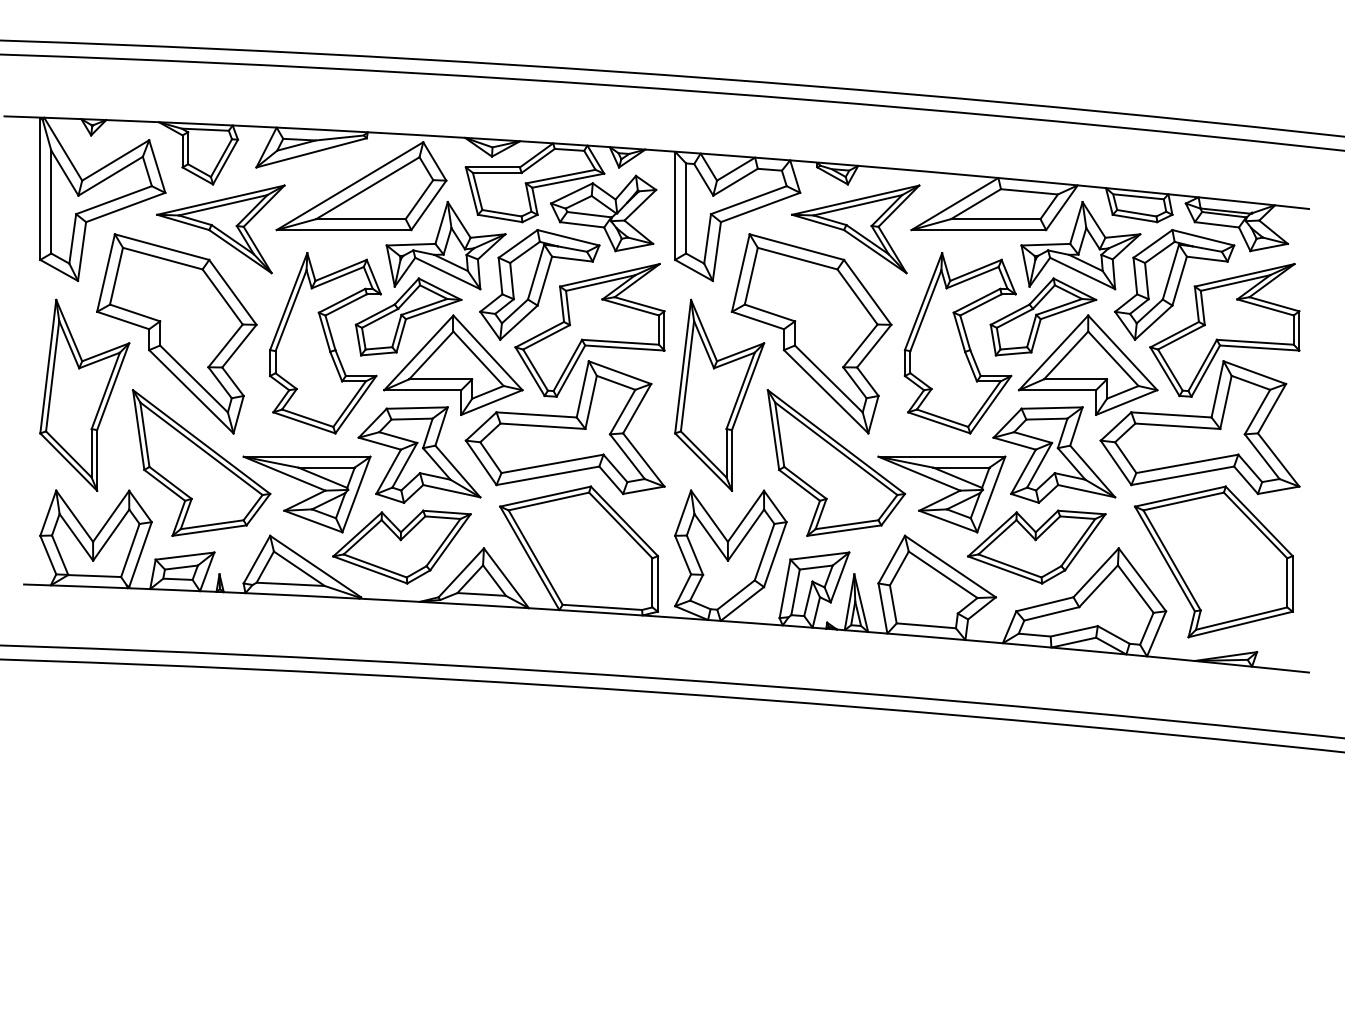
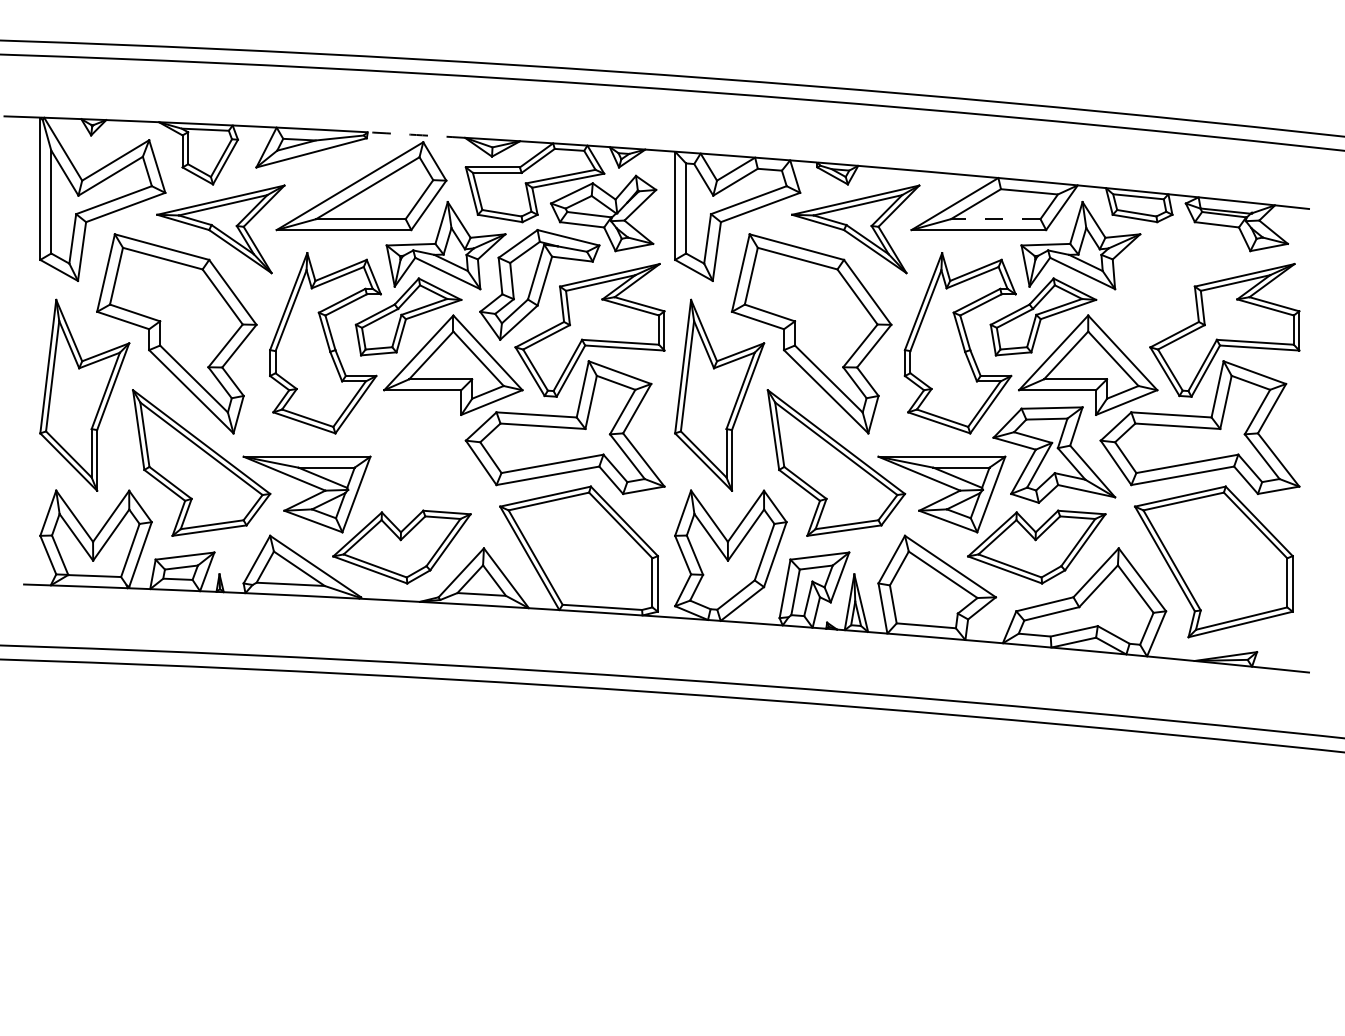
arc at (416, 135): solid -> dashed
line at (995, 219): solid -> dashed
part at (1174, 284): present -> none
part at (419, 454): present -> none
